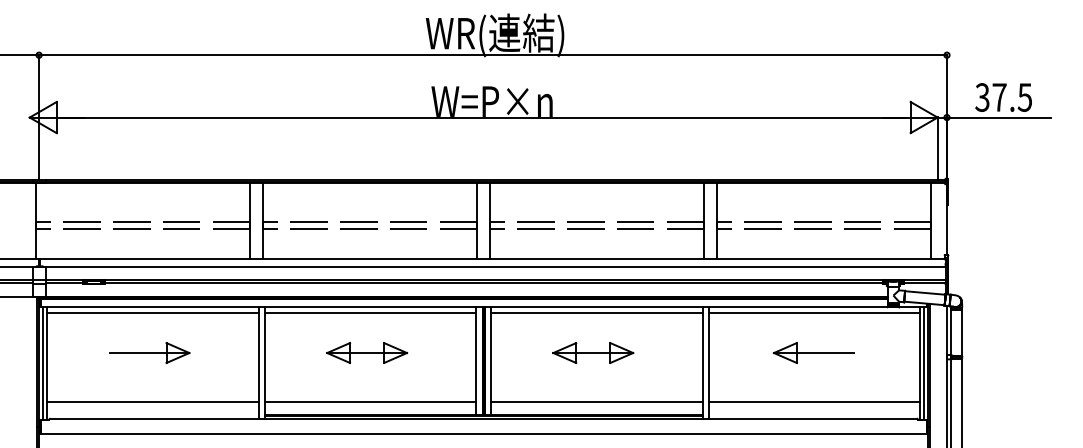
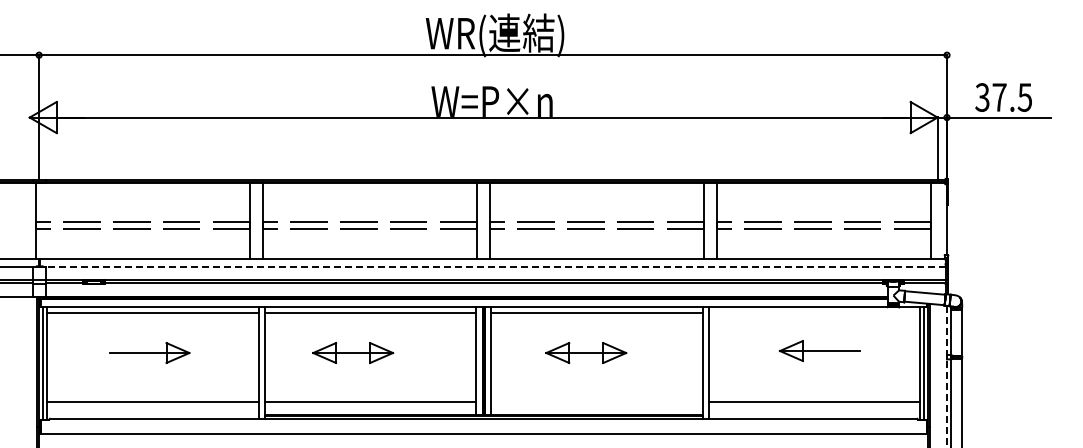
line at (495, 267): solid -> dashed
line at (814, 313): present -> none
part at (367, 352) position: (367, 352) -> (353, 352)
part at (593, 352) position: (593, 352) -> (586, 352)
part at (813, 352) position: (813, 352) -> (819, 350)
line at (946, 376): solid -> dashed
line at (596, 402): present -> none
